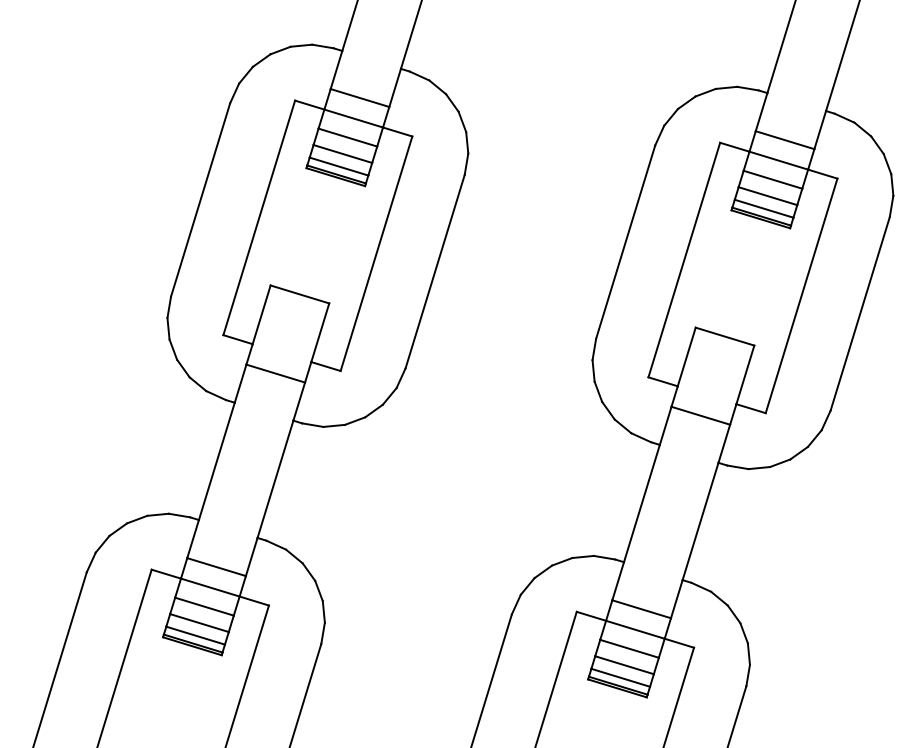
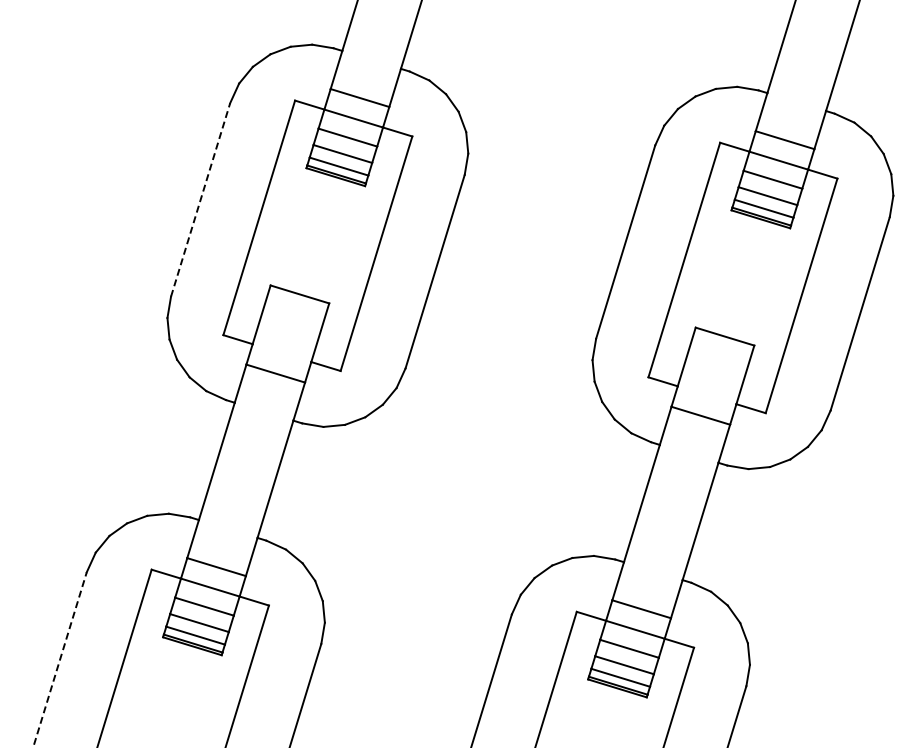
line at (200, 199): solid -> dashed
line at (59, 659): solid -> dashed
